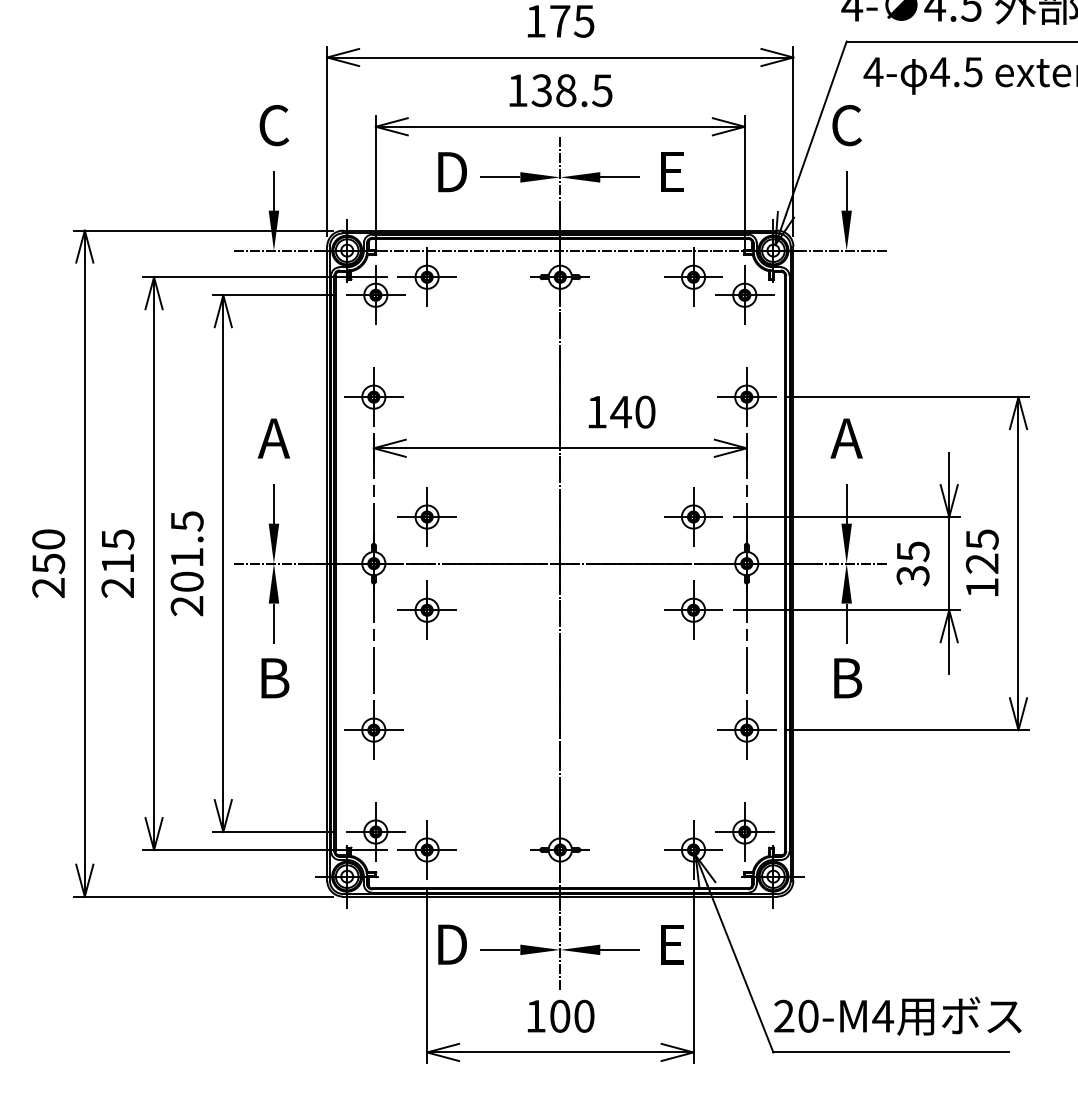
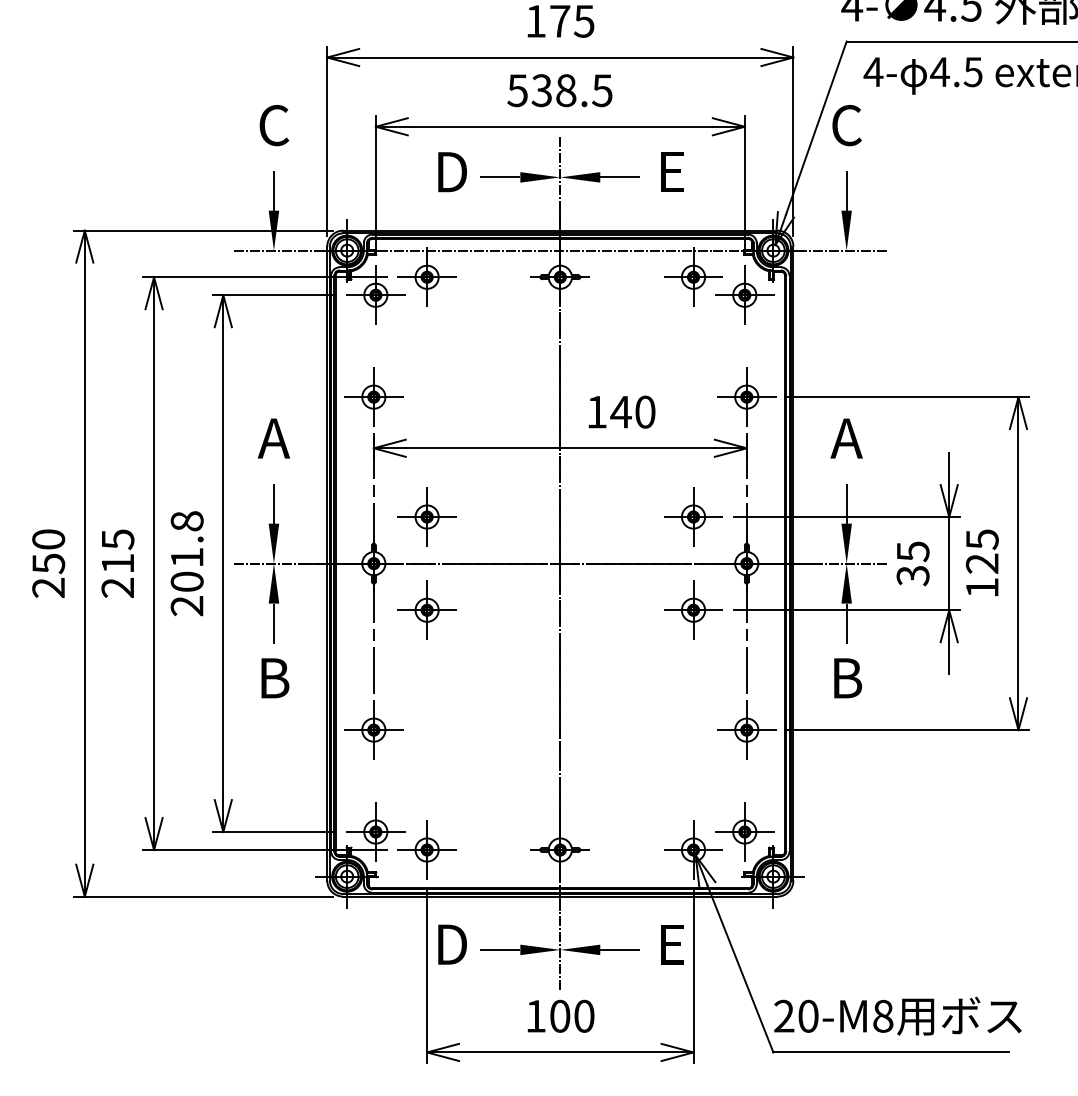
text at (517, 90): 138.5 -> 538.5
text at (186, 521): 201.5 -> 201.8
text at (883, 1016): 20-M4 -> 20-M8
